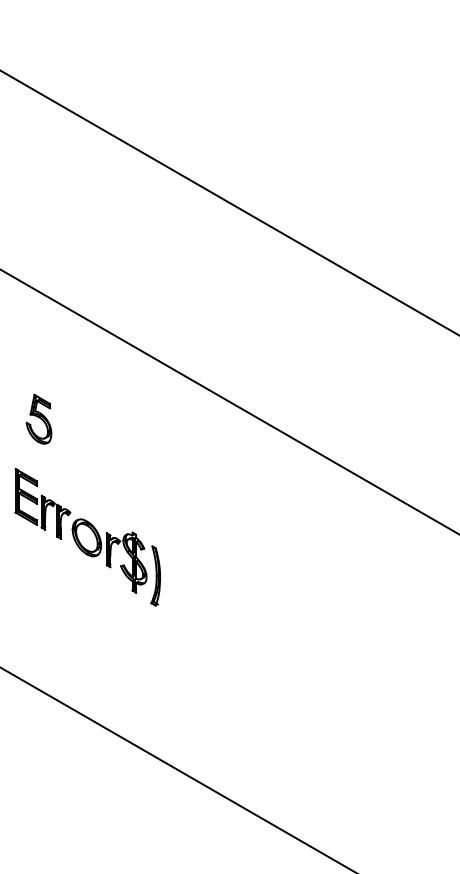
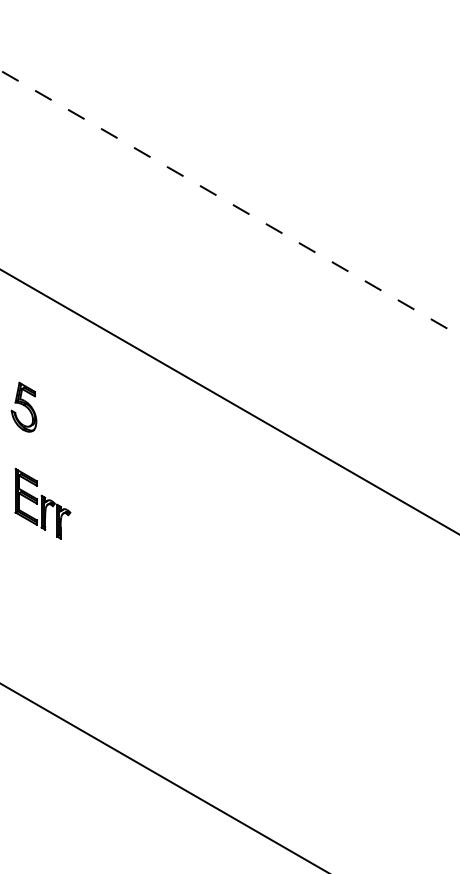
line at (229, 202): solid -> dashed
part at (38, 418) position: (38, 418) -> (23, 406)
part at (115, 562): present -> none
line at (177, 769) position: (177, 769) -> (163, 777)
